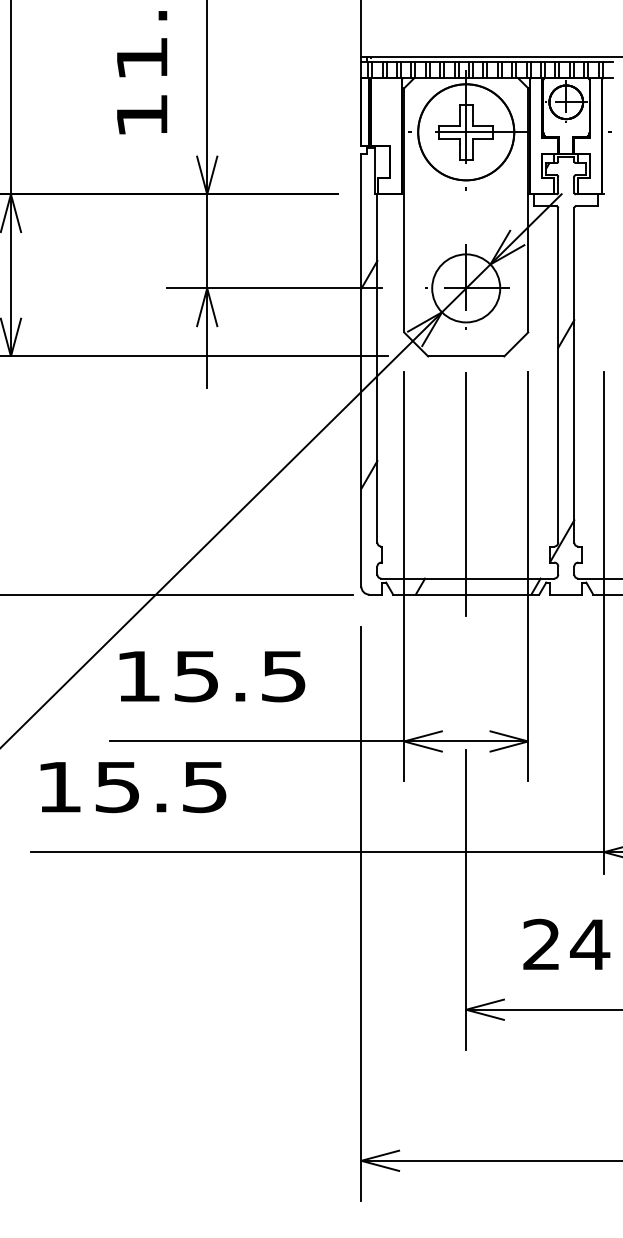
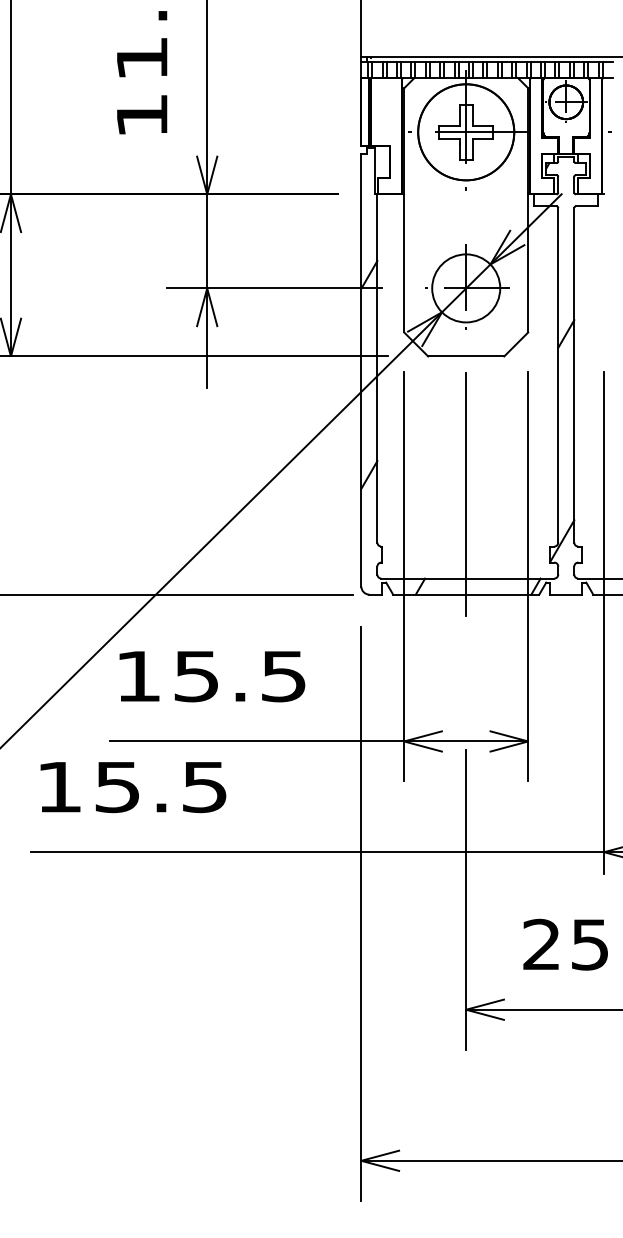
text at (590, 944): 24 -> 25
